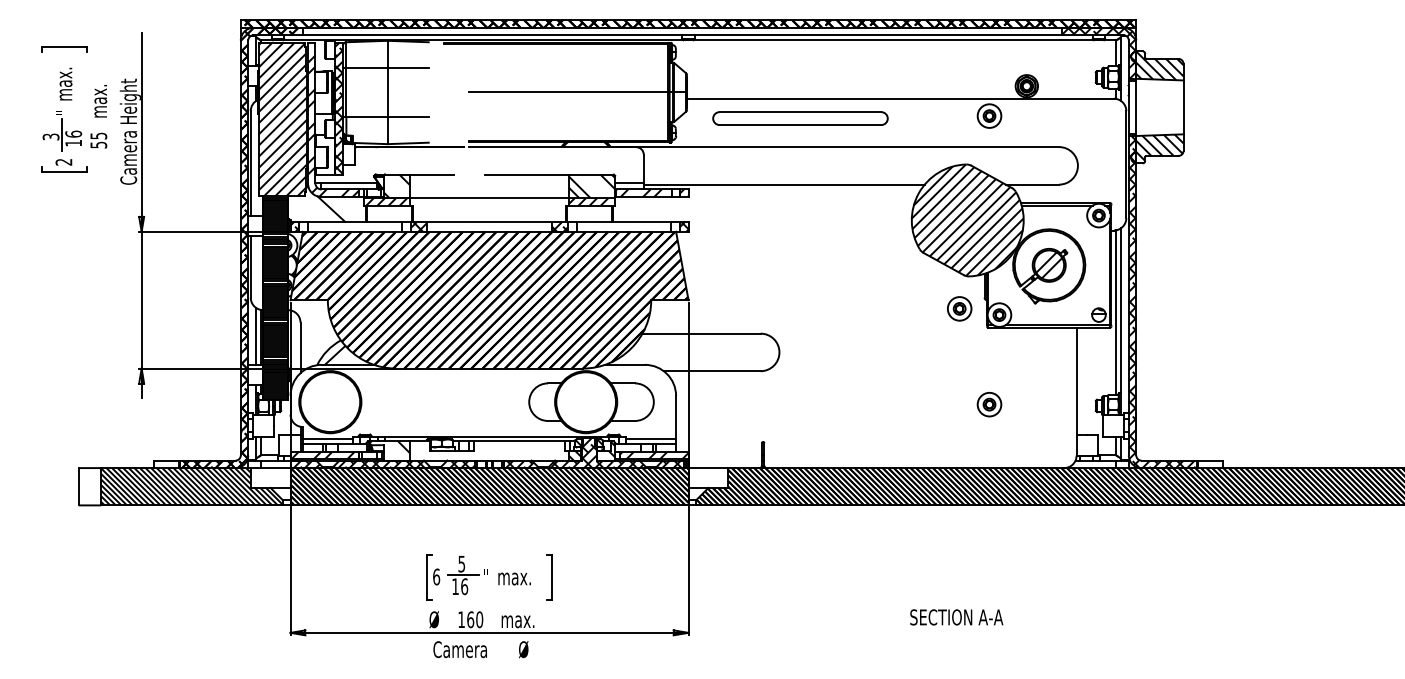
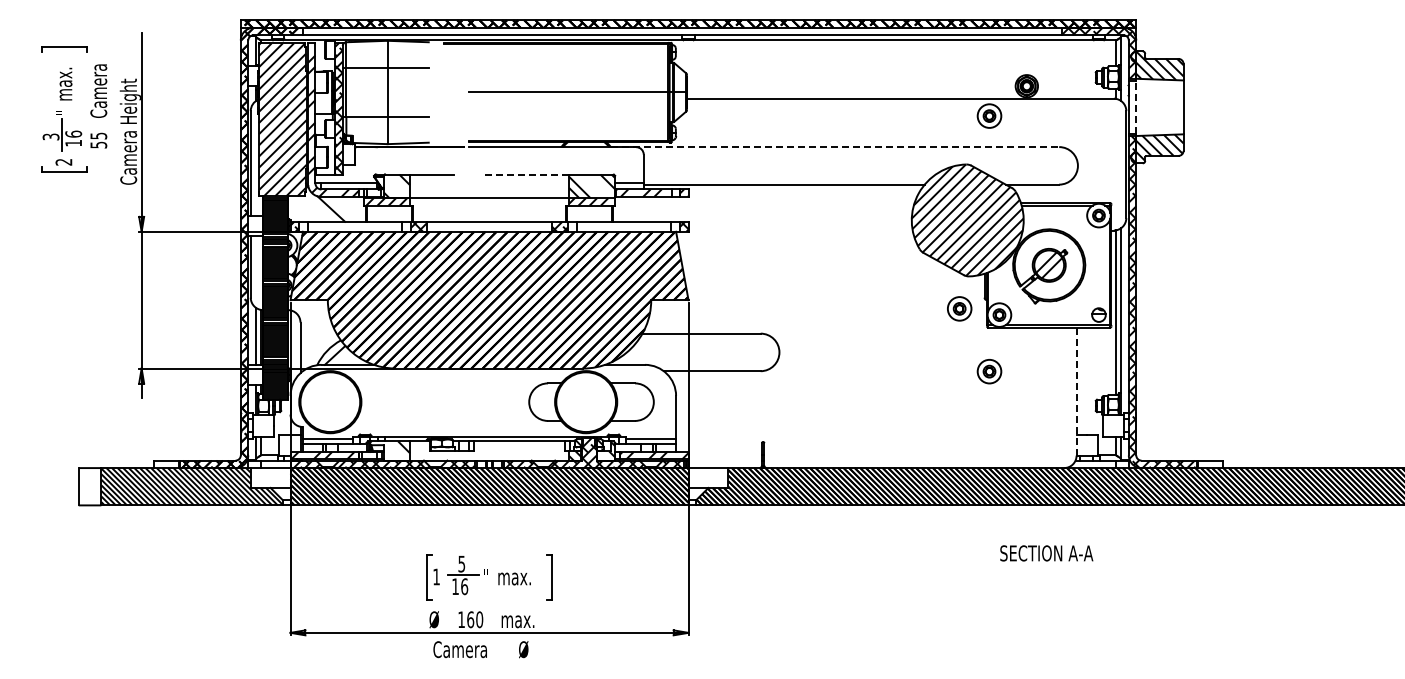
text at (98, 90): max. -> Camera
line at (1136, 106): solid -> dashed
part at (800, 118): present -> none
line at (835, 147): solid -> dashed
line at (527, 174): solid -> dashed
line at (1076, 391): solid -> dashed
part at (989, 404) position: (989, 404) -> (989, 371)
text at (436, 576): 6 -> 1
text at (956, 617) position: (956, 617) -> (1046, 553)
